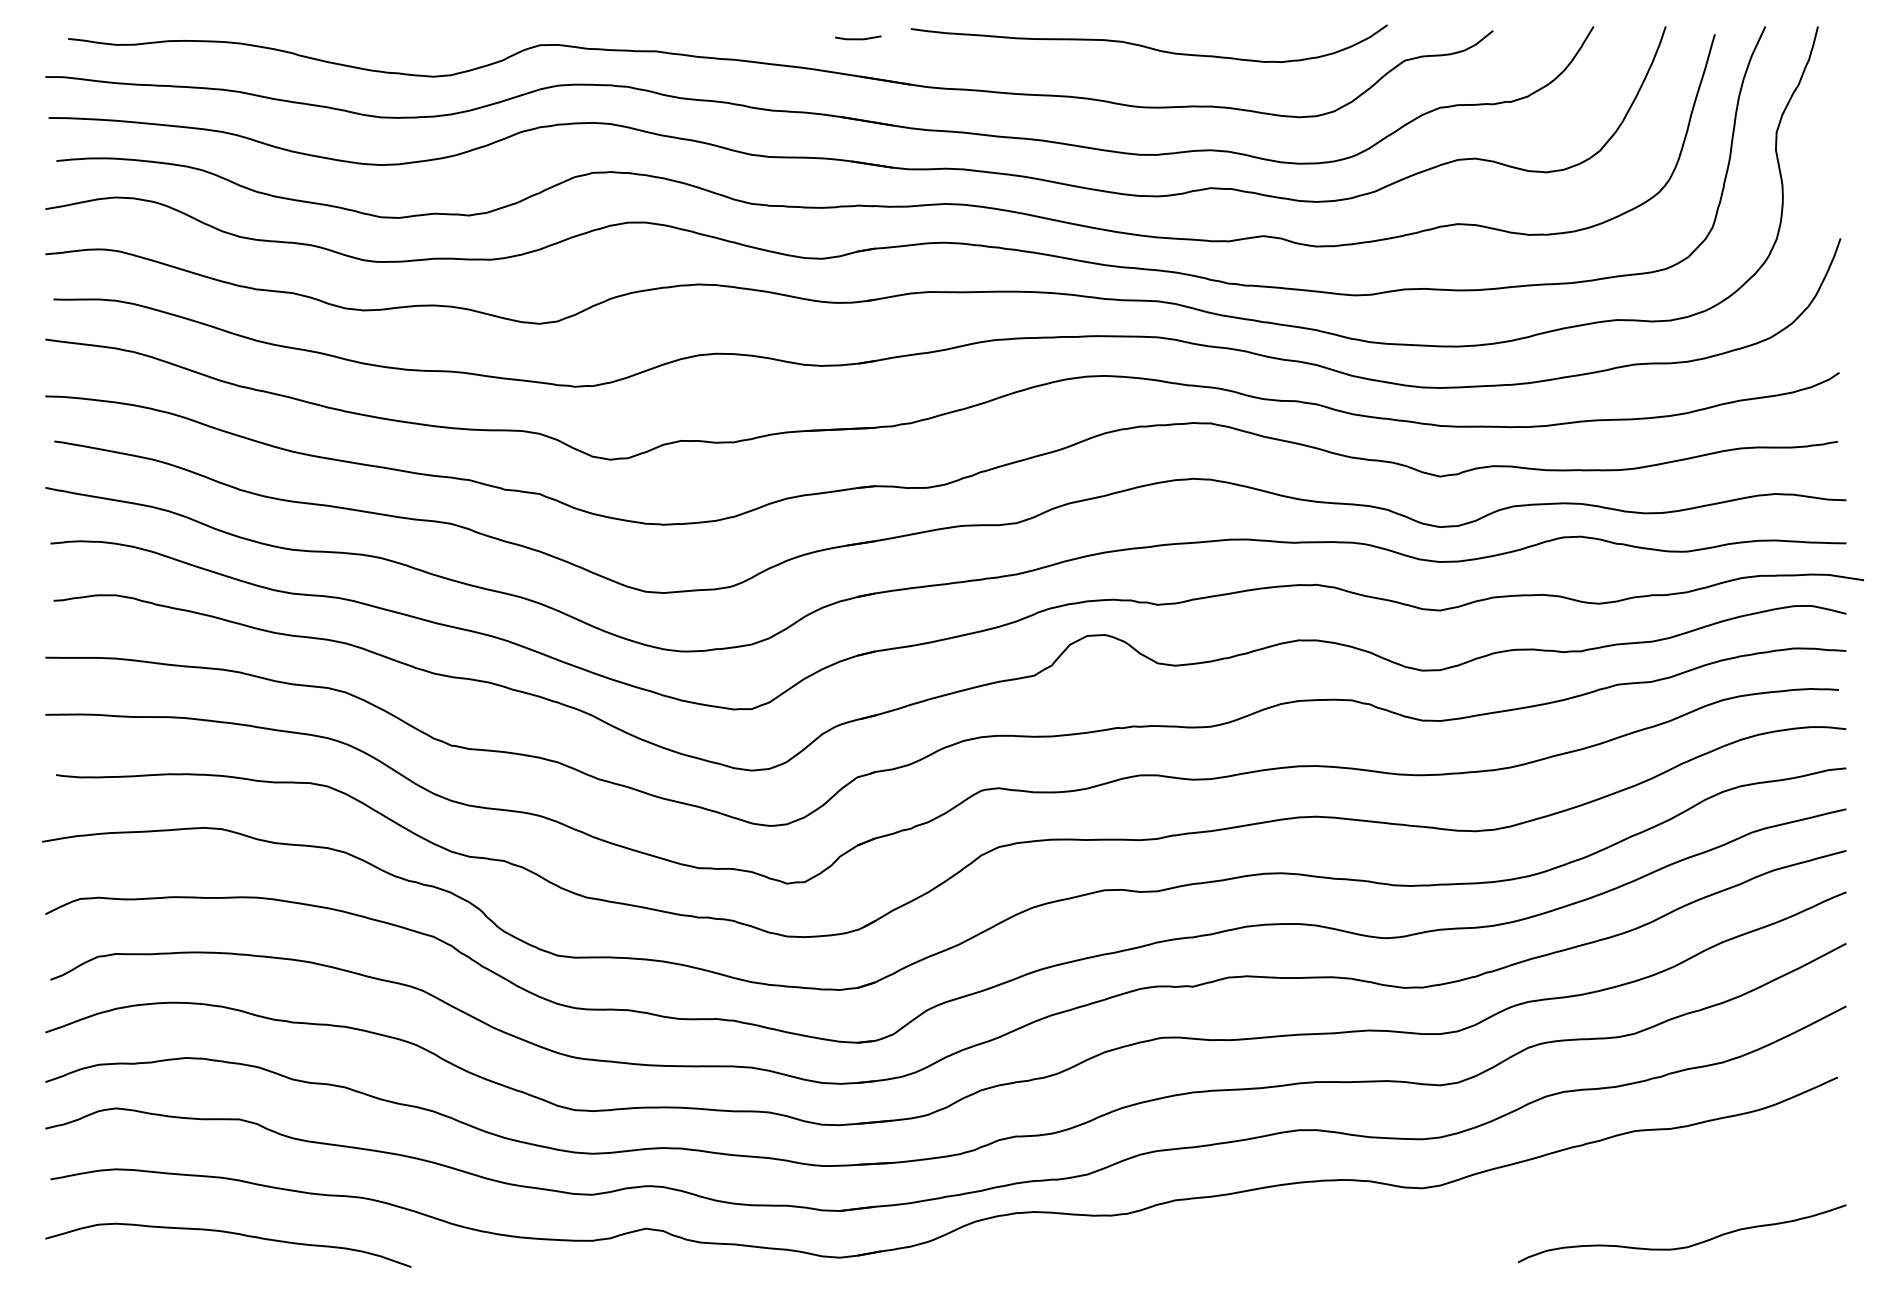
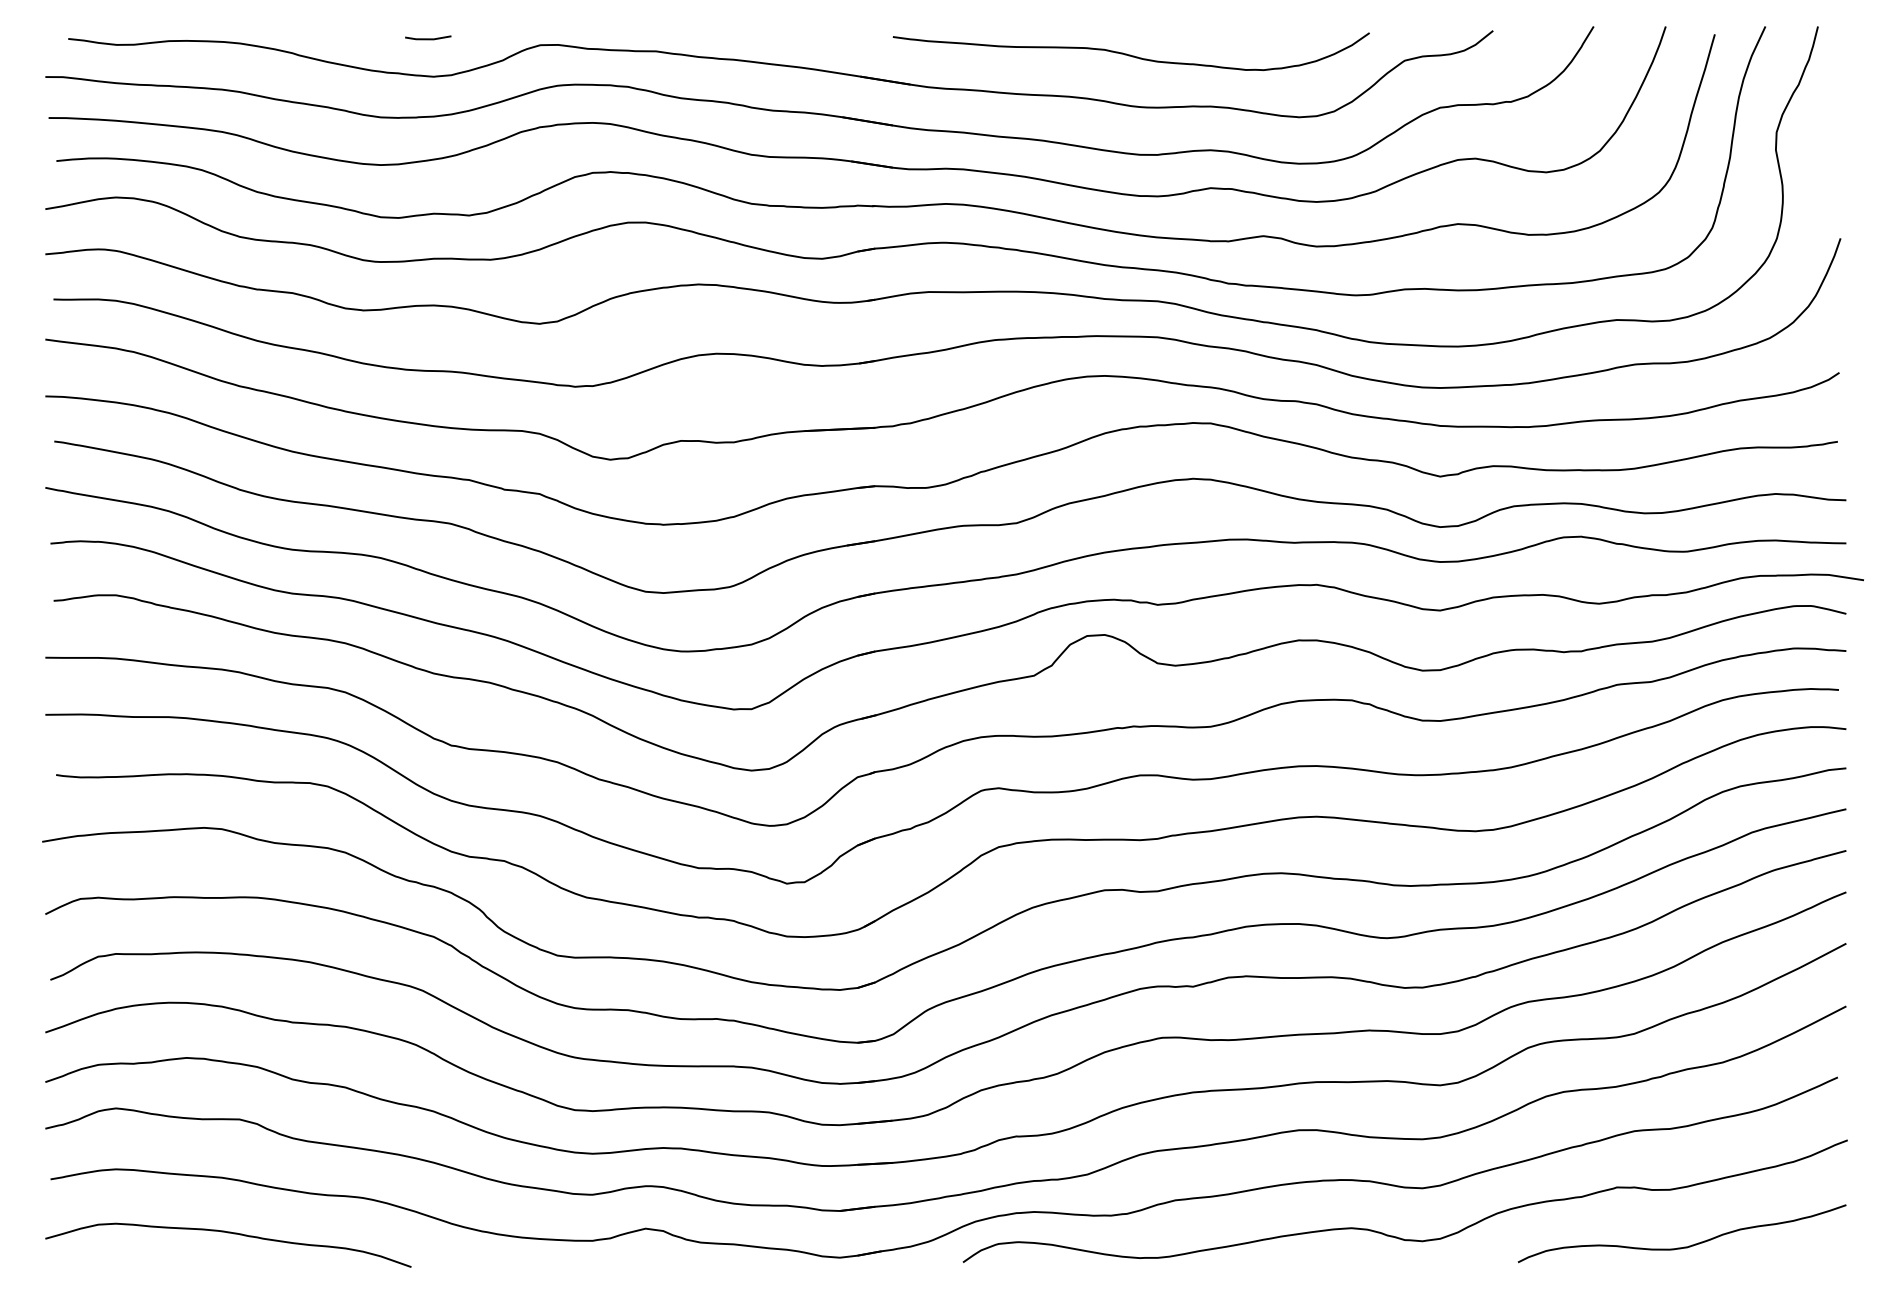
line at (858, 38) position: (858, 38) -> (428, 38)
curve at (1148, 46) position: (1148, 46) -> (1130, 54)
curve at (1393, 1235): none -> present
